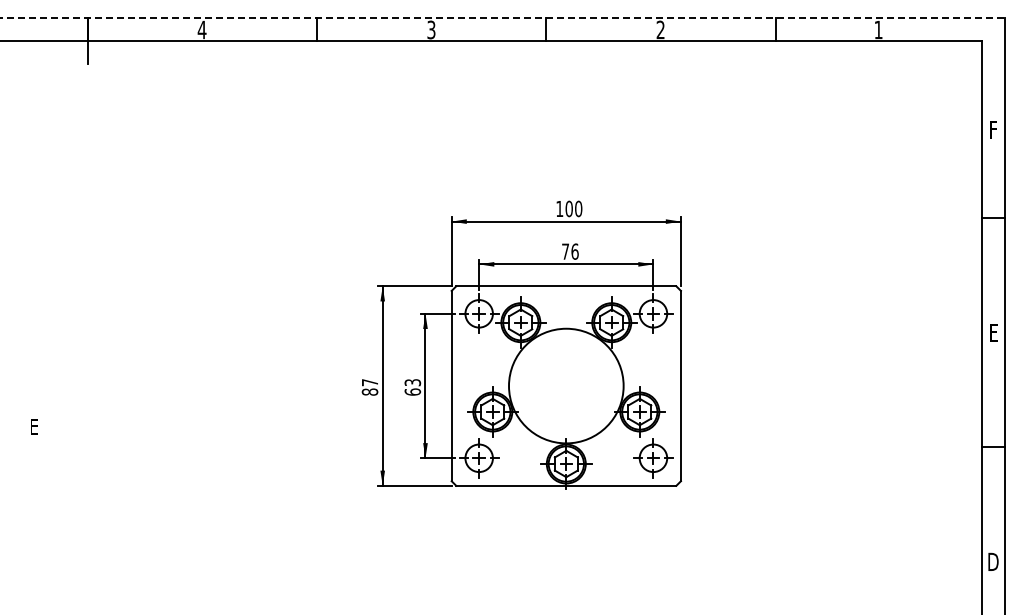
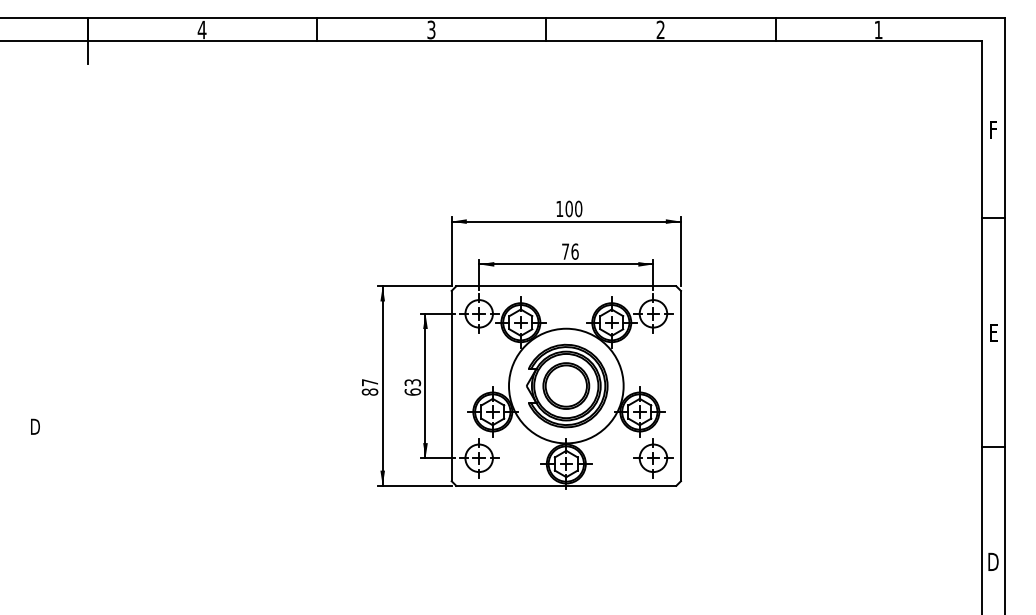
line at (503, 18): dashed -> solid
part at (567, 385): none -> present
text at (35, 426): E -> D
